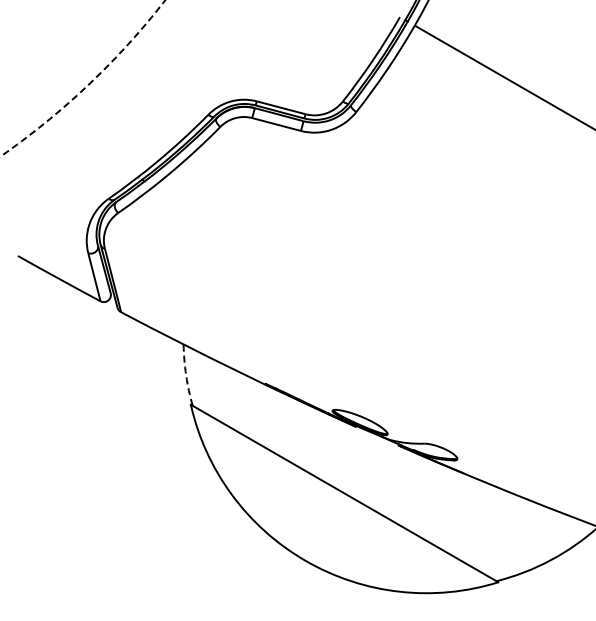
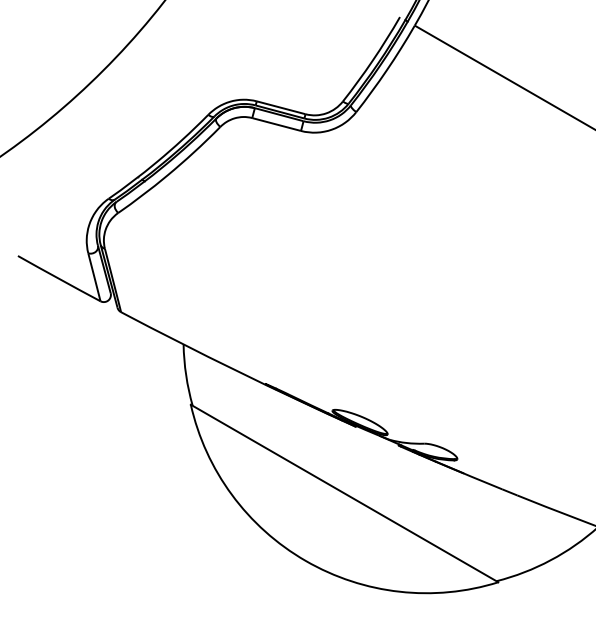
circle at (82, 78): dashed -> solid
arc at (186, 375): dashed -> solid
